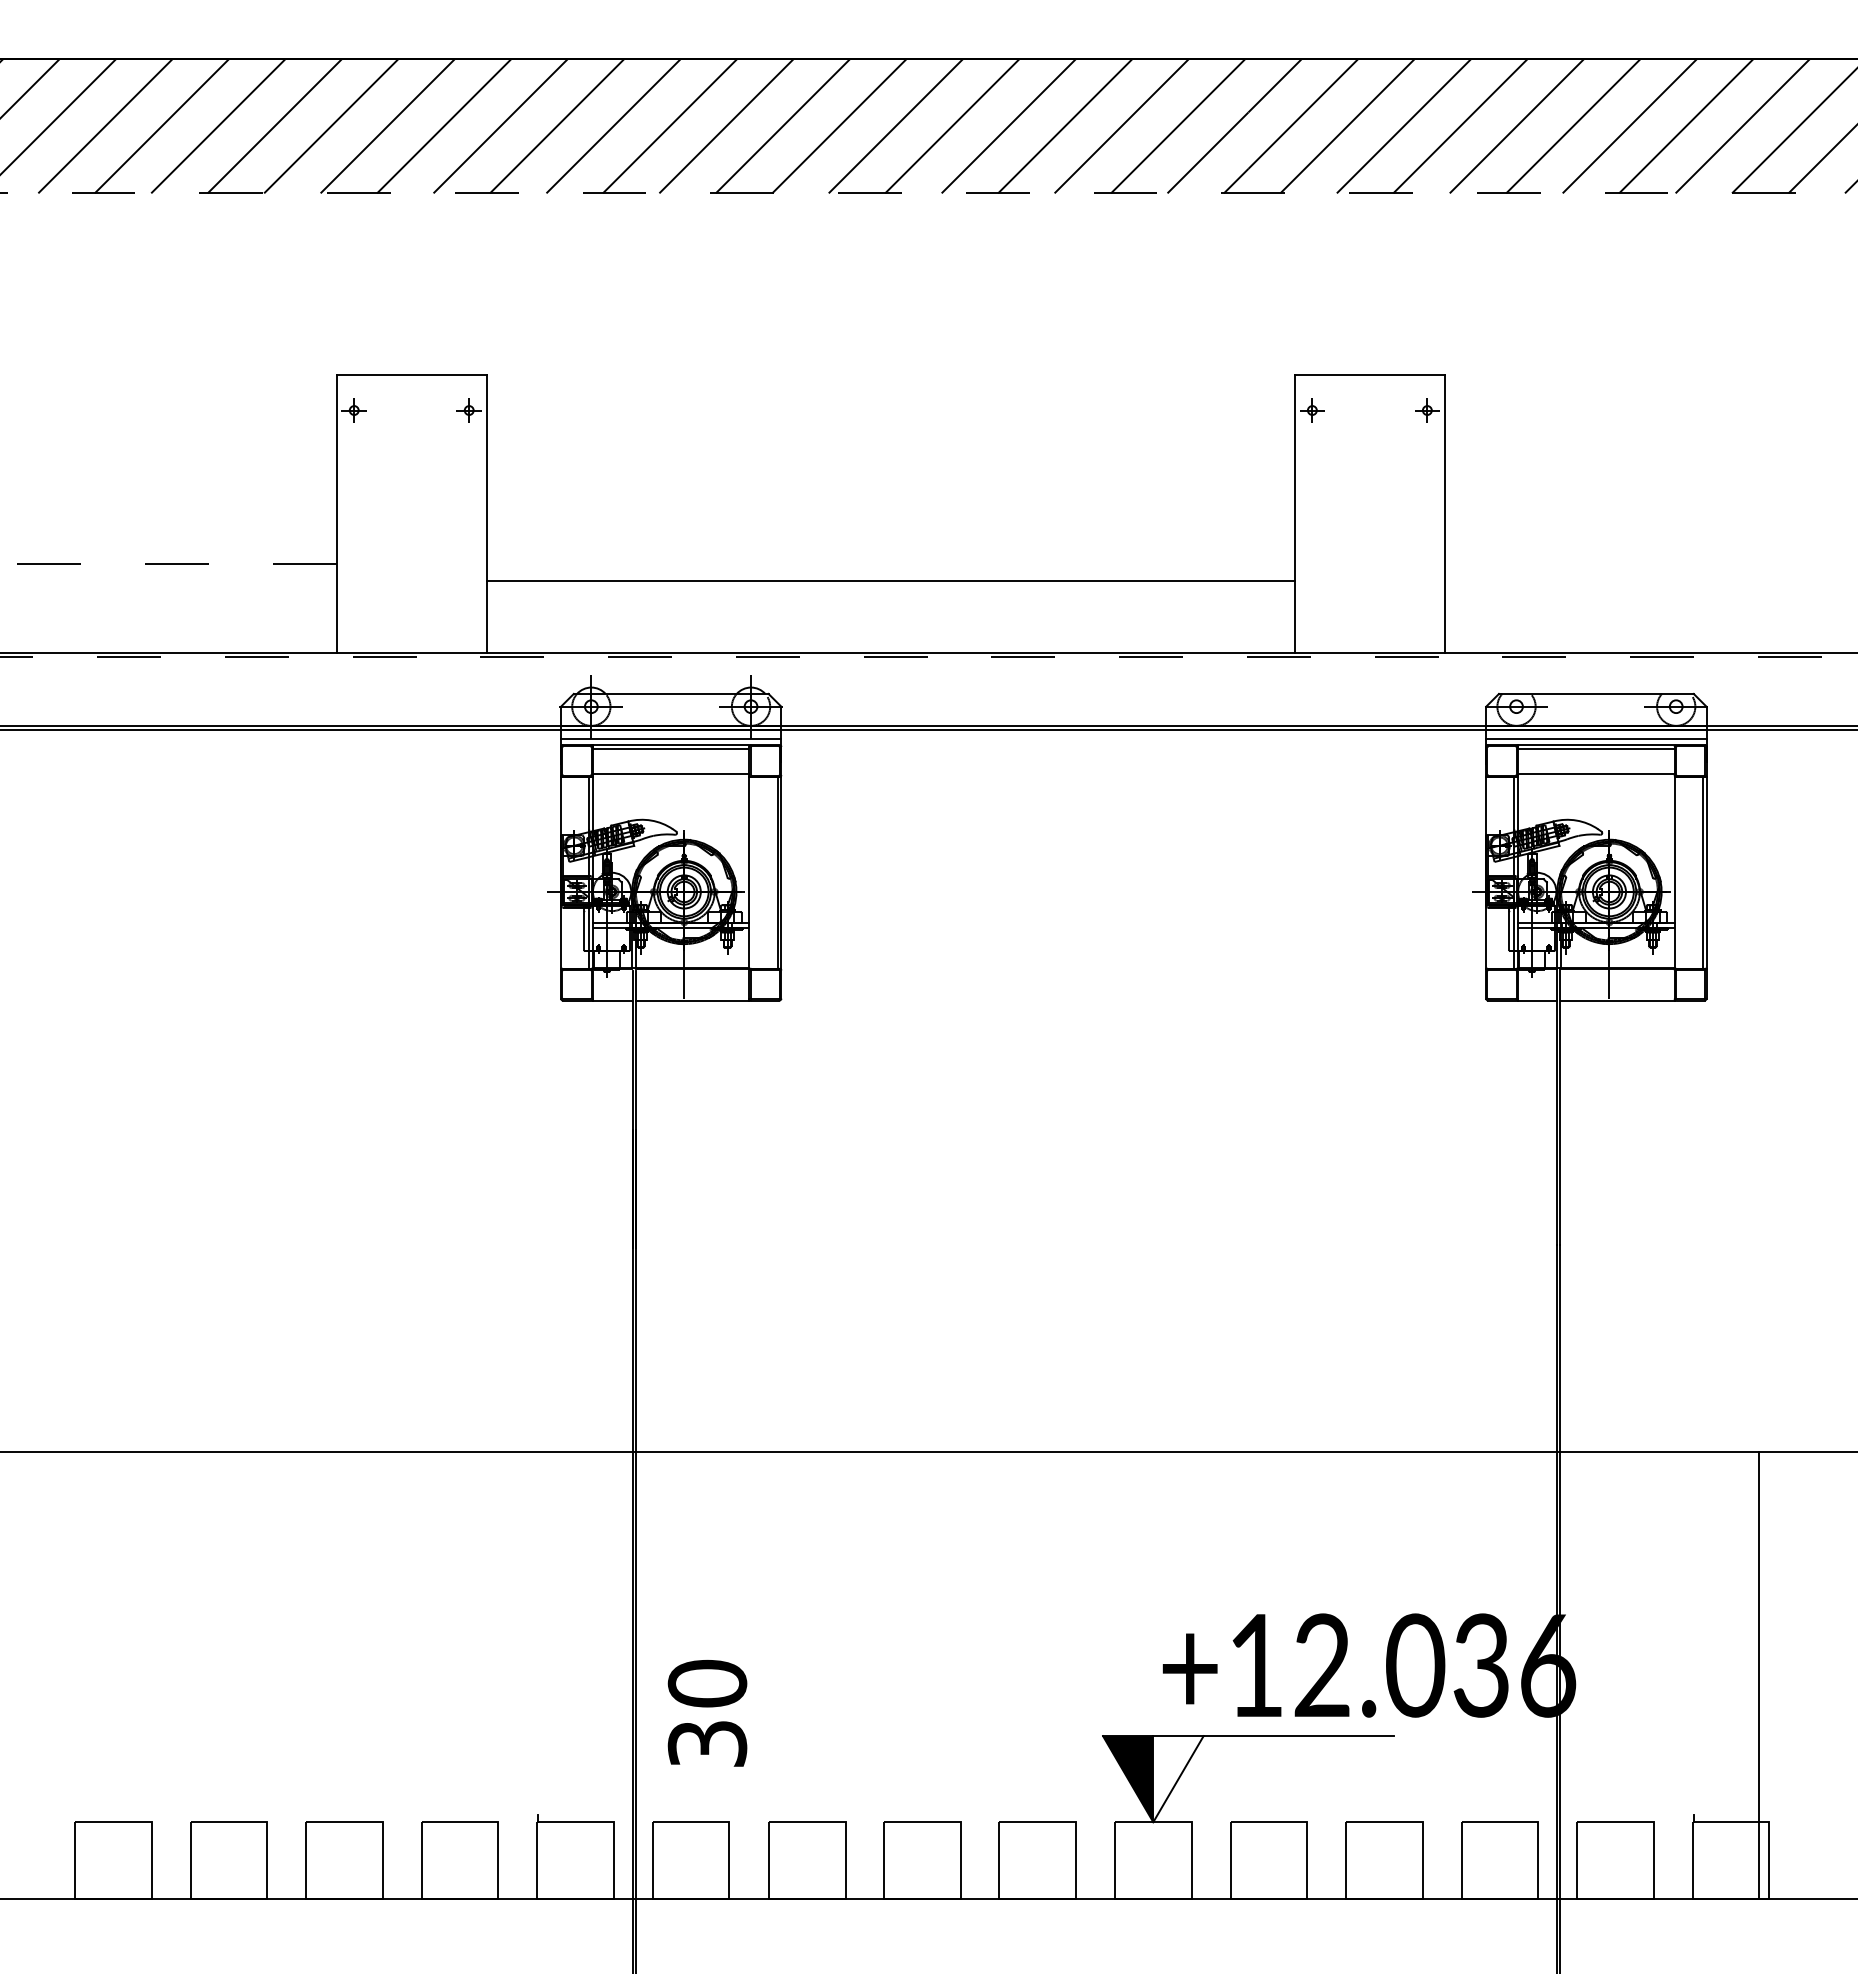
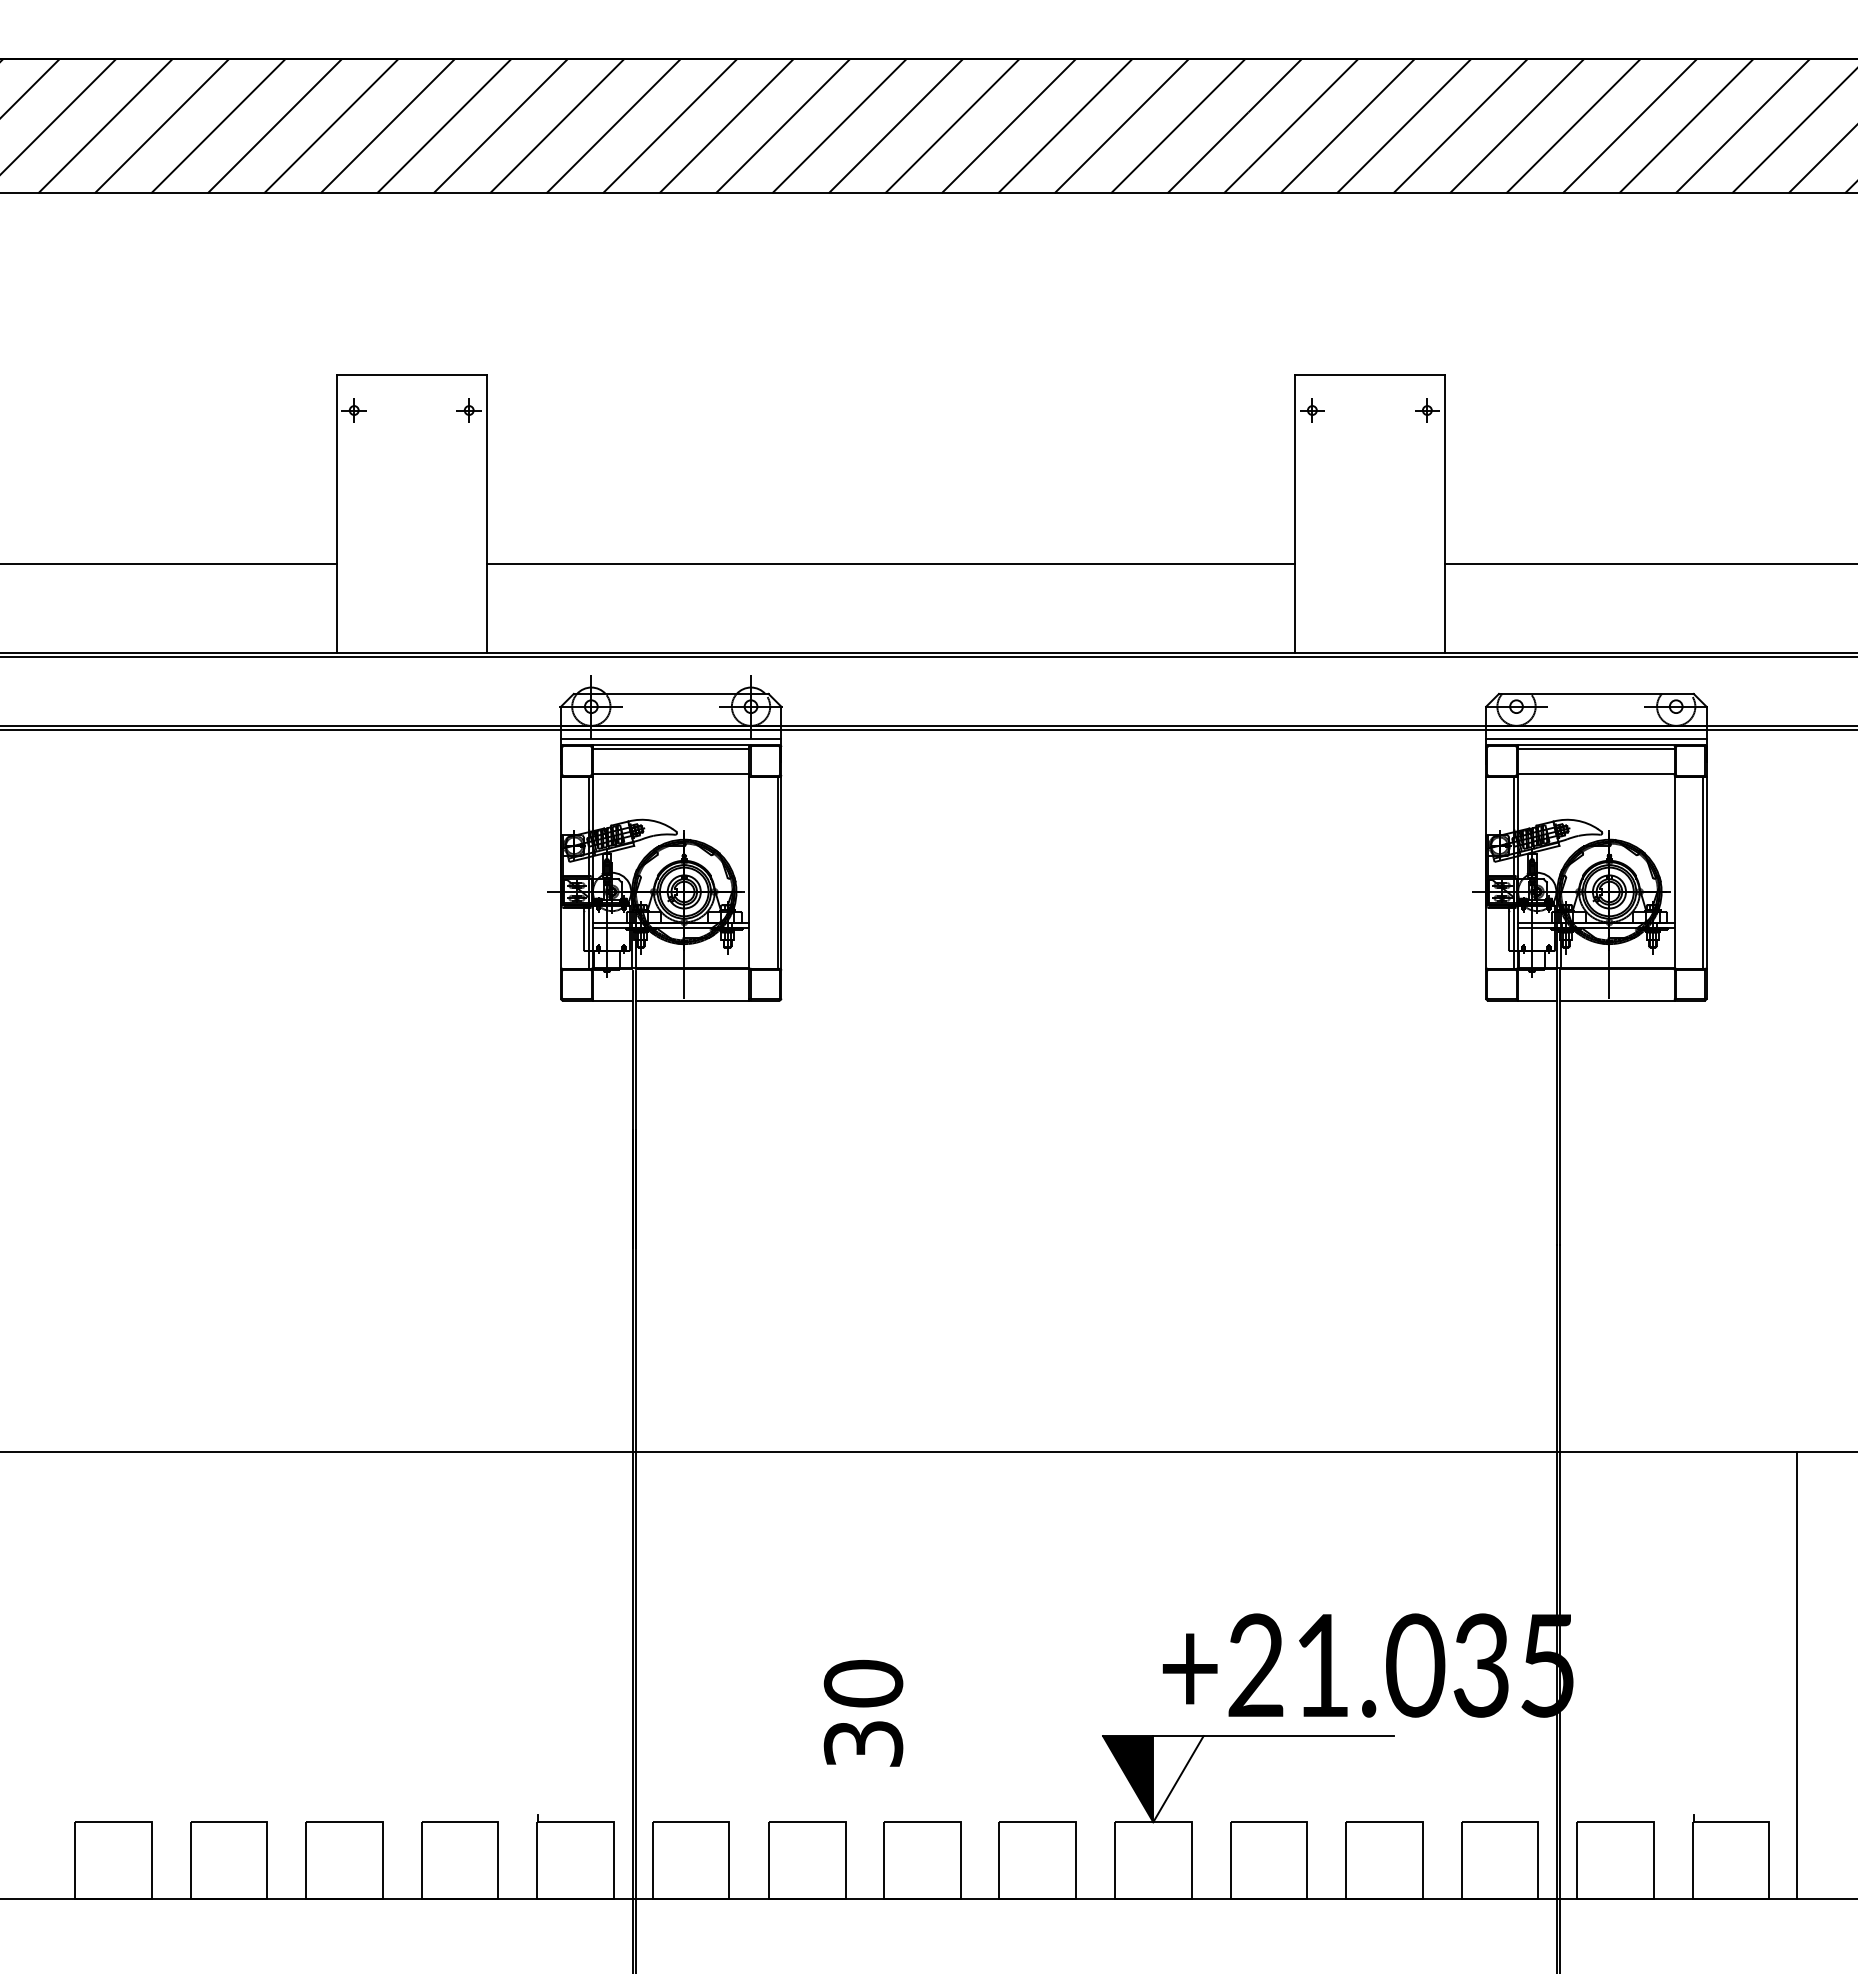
line at (929, 193): dashed -> solid
line at (167, 563): dashed -> solid
line at (1649, 563): none -> present
line at (890, 580) position: (890, 580) -> (890, 563)
line at (929, 657): dashed -> solid
text at (1402, 1665): +12.036 -> +21.035
line at (1758, 1674) position: (1758, 1674) -> (1796, 1674)
text at (707, 1713) position: (707, 1713) -> (863, 1713)
